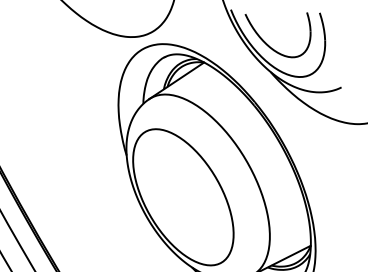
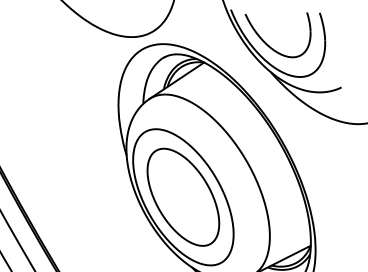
part at (183, 196): none -> present
